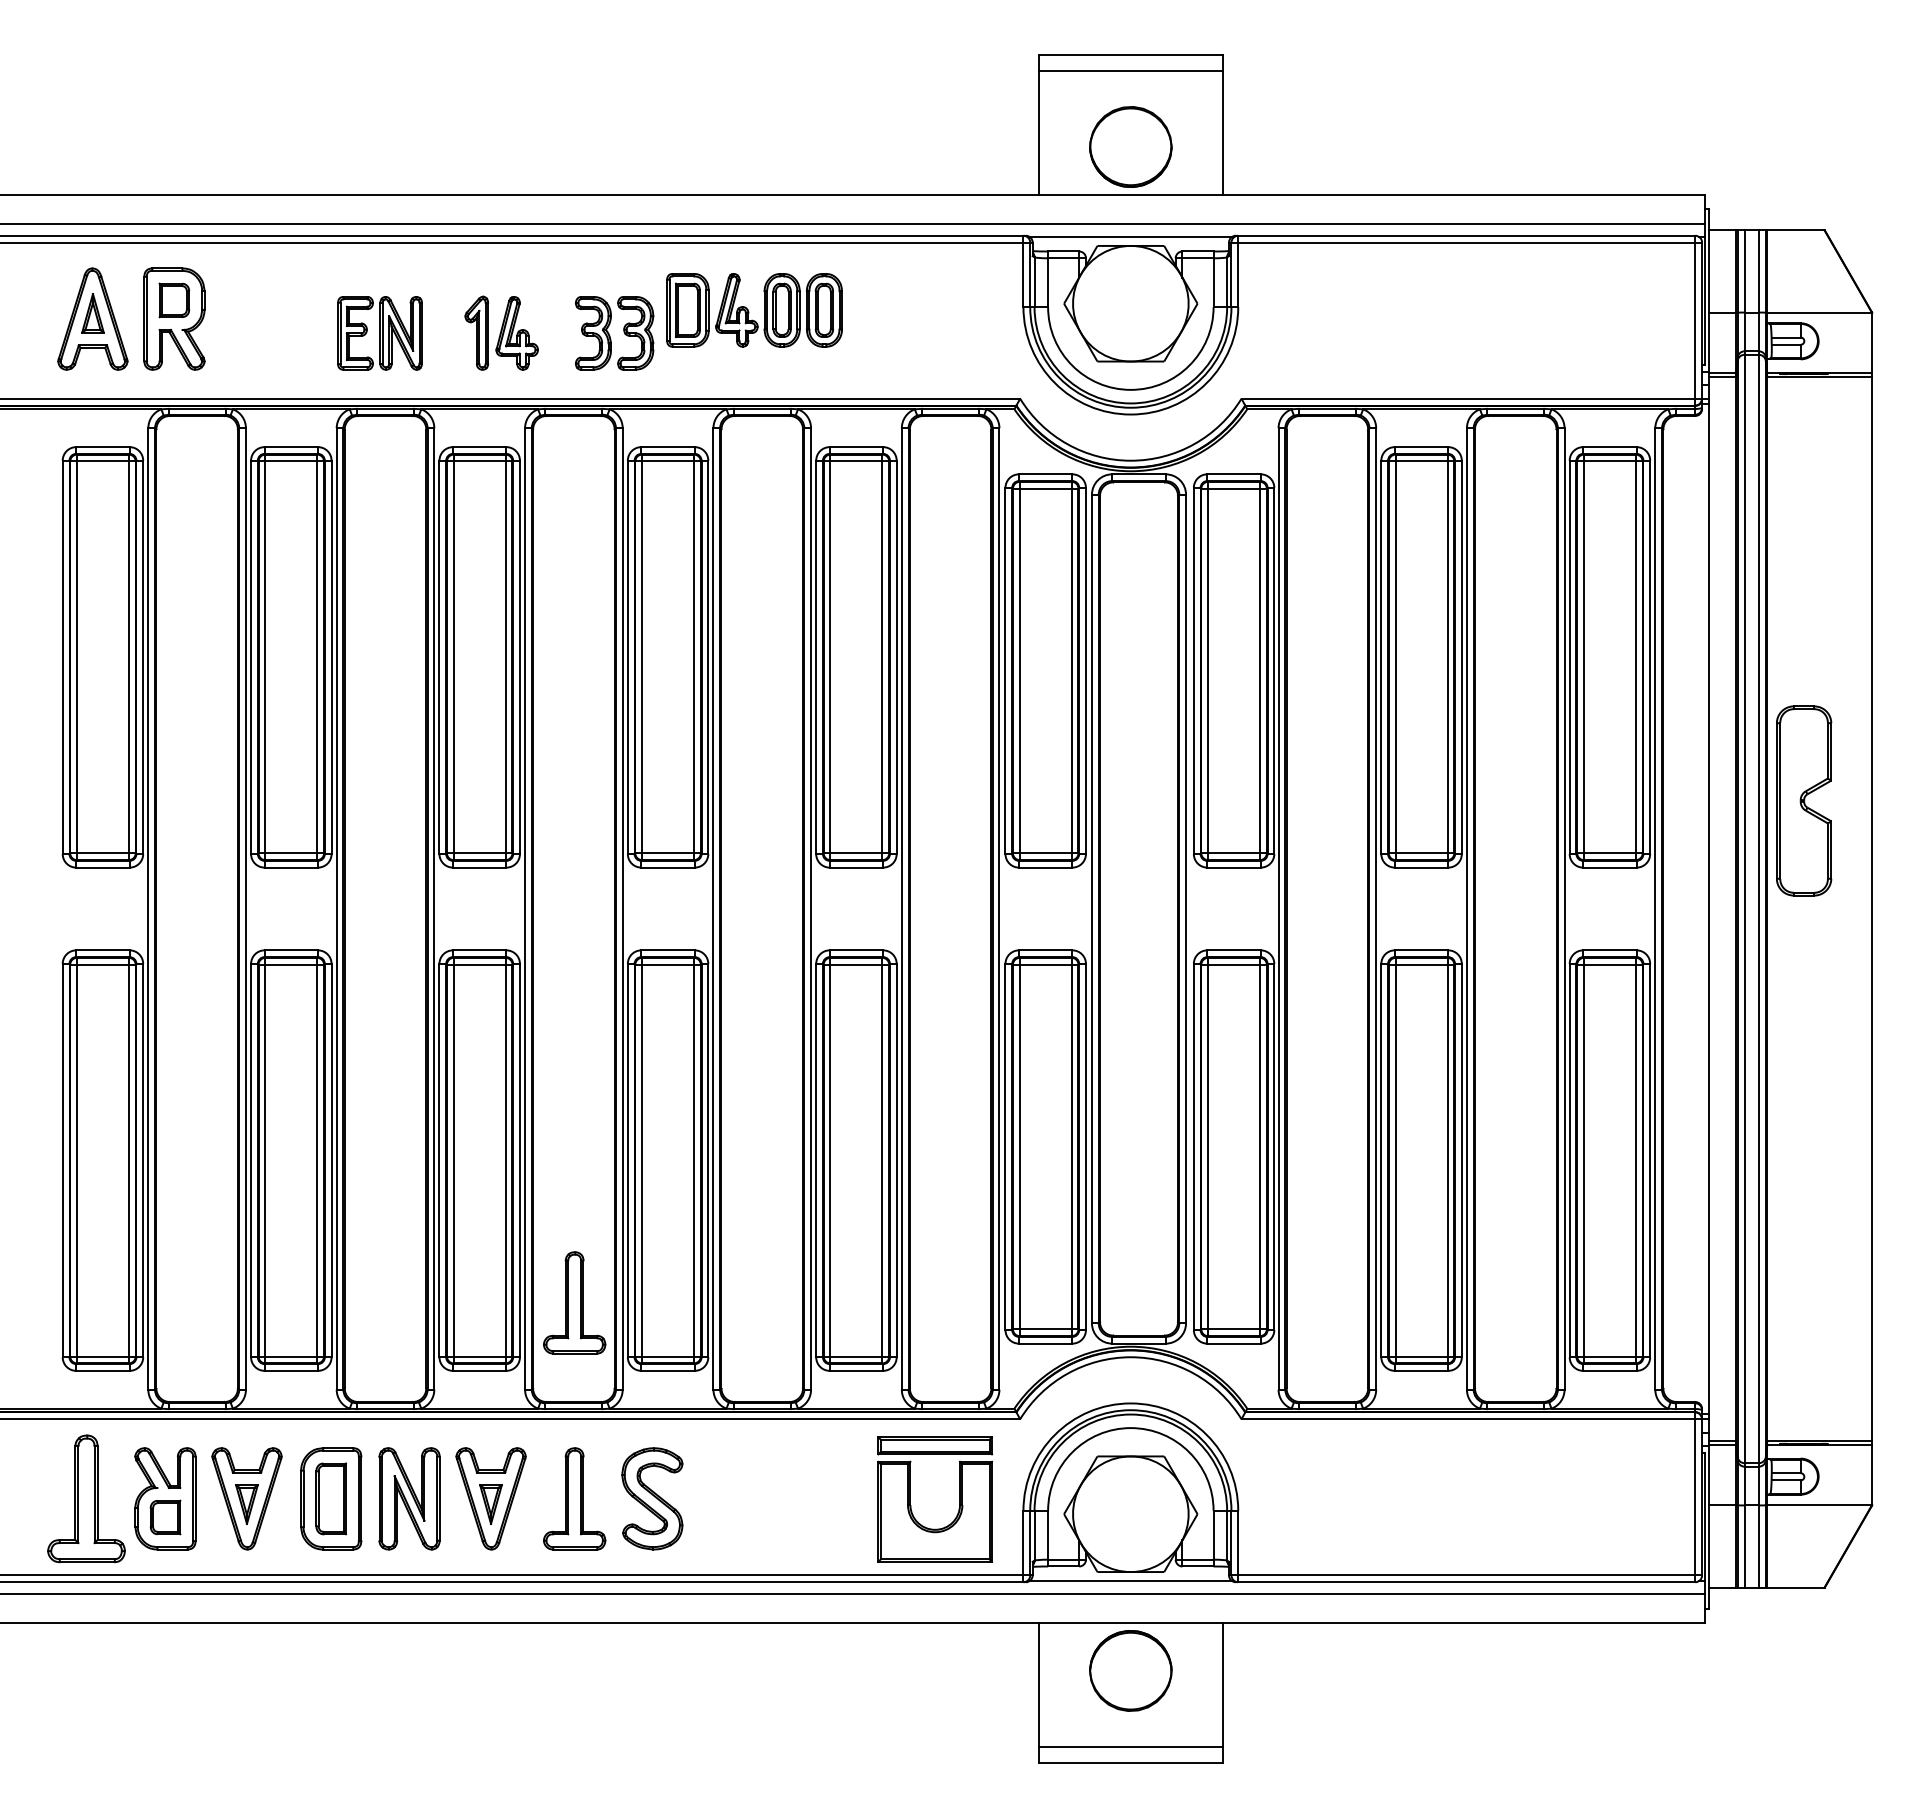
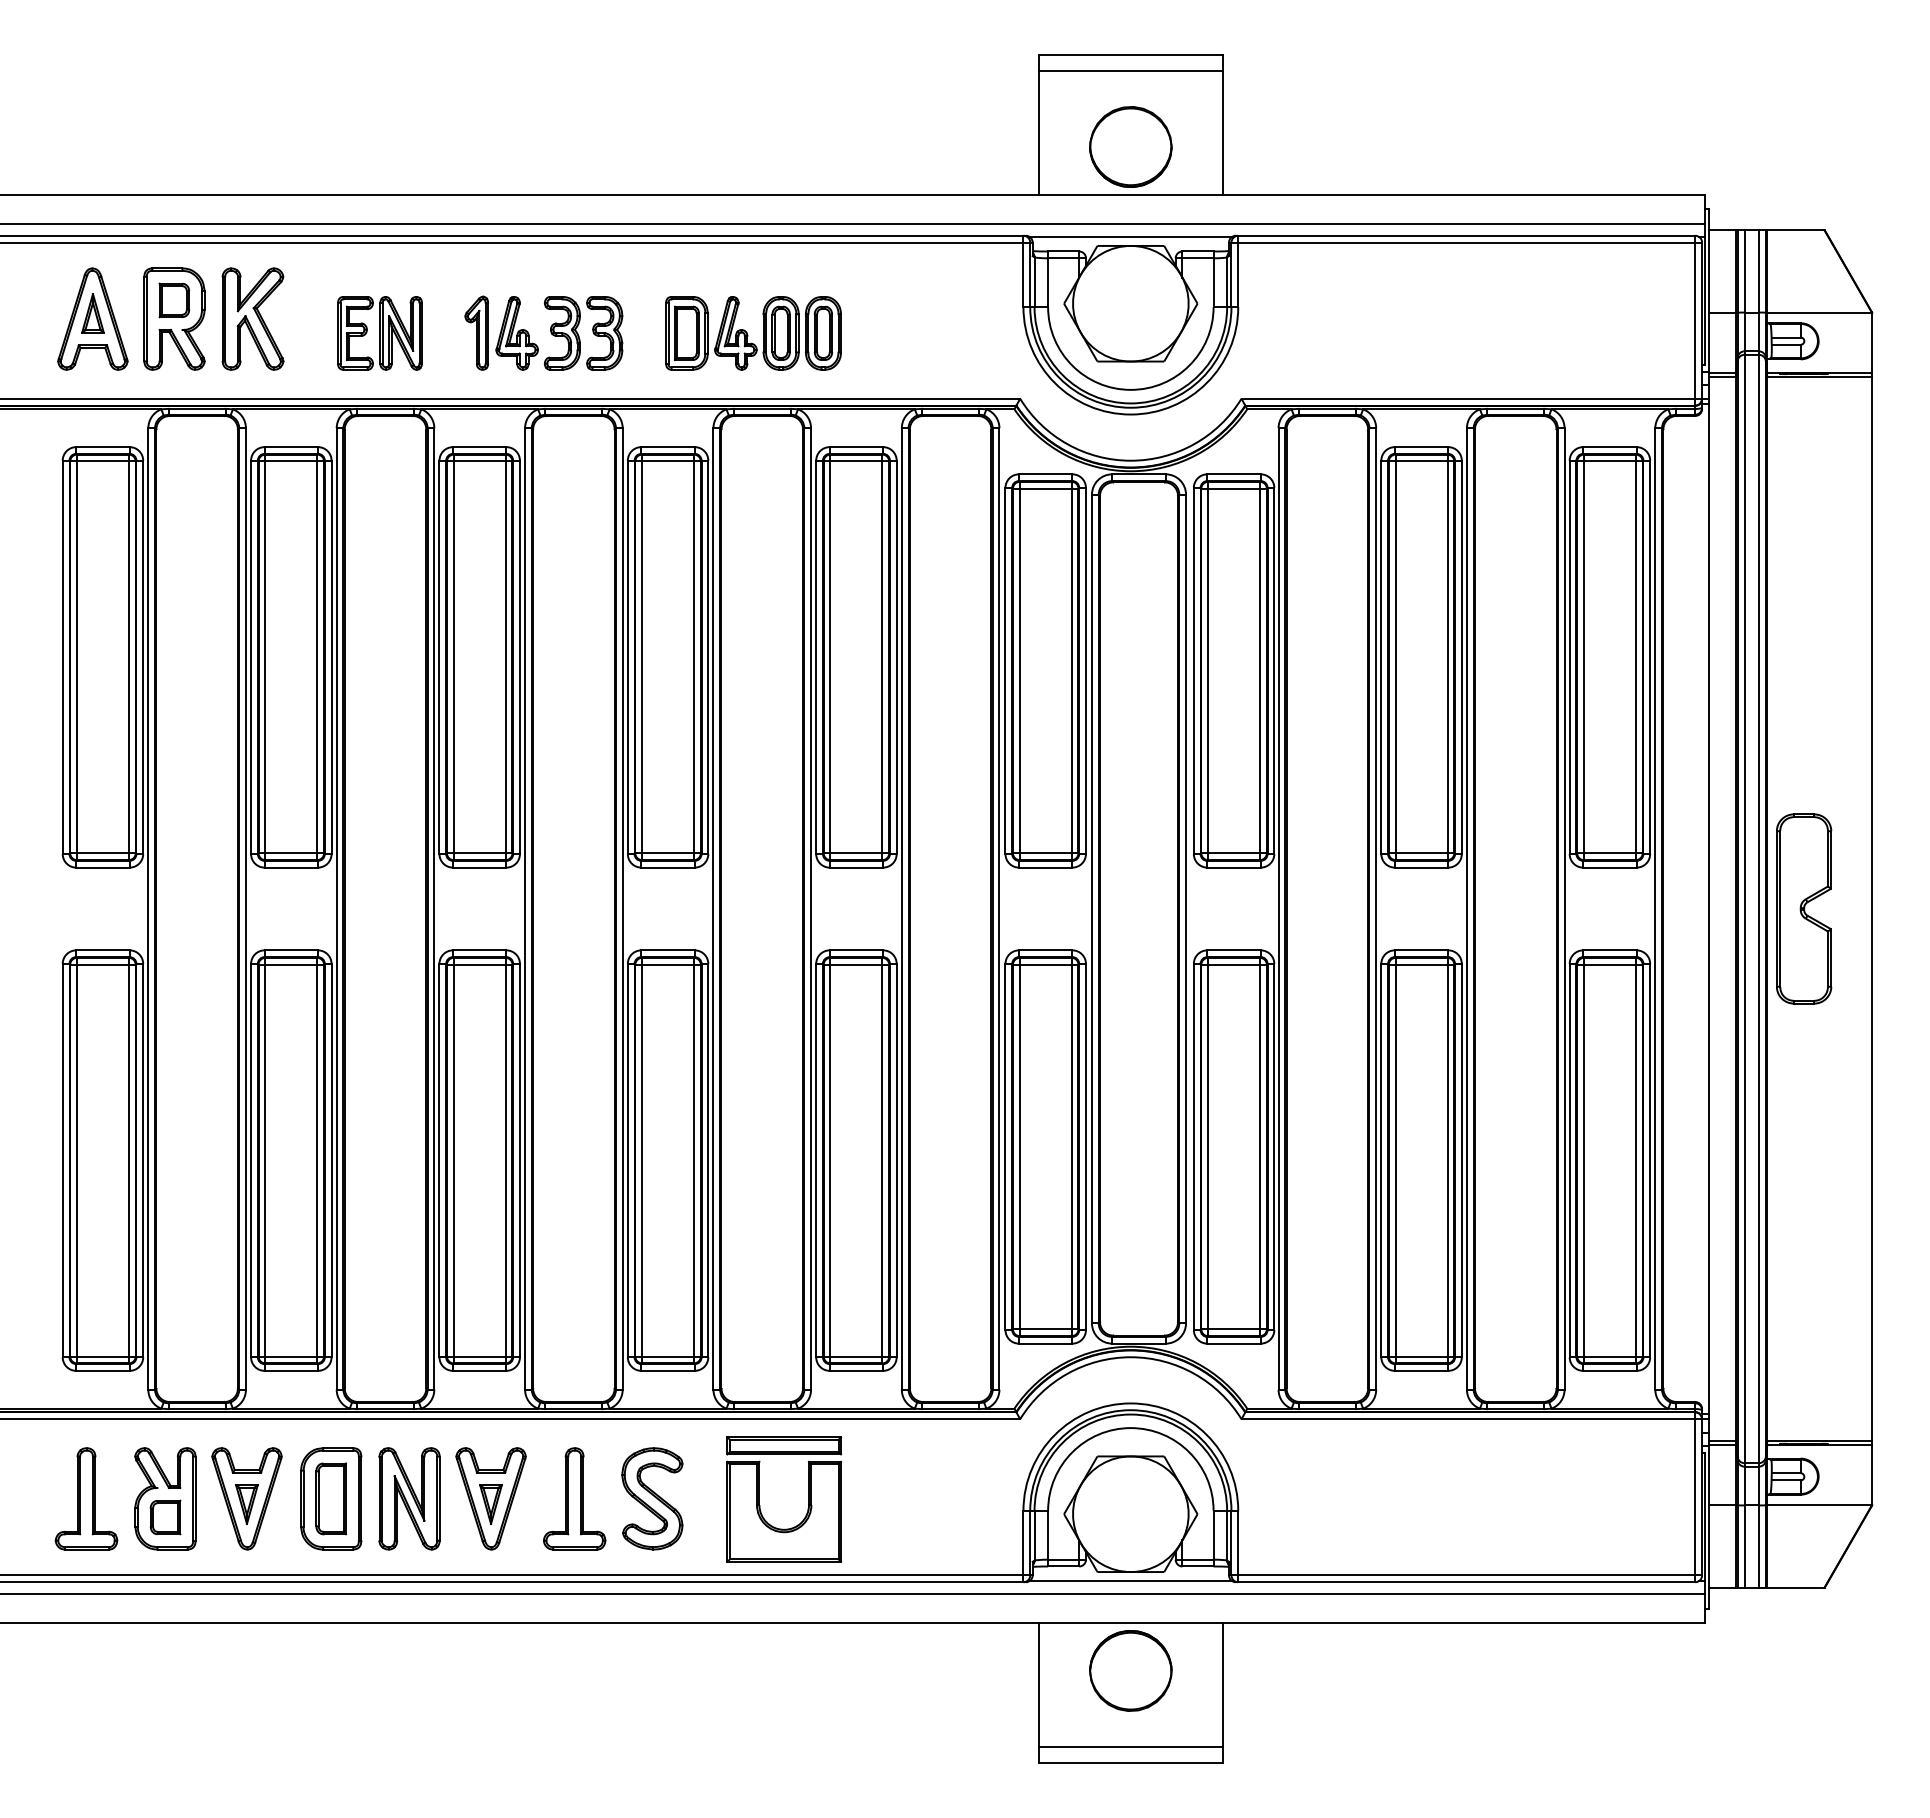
part at (754, 310) position: (754, 310) -> (753, 333)
part at (252, 318): none -> present
part at (614, 333) position: (614, 333) -> (583, 333)
part at (1804, 800) position: (1804, 800) -> (1804, 908)
part at (574, 1302): present -> none
part at (86, 1498) size: 79x130 px -> 65x104 px
part at (959, 1499) position: (959, 1499) -> (808, 1499)
